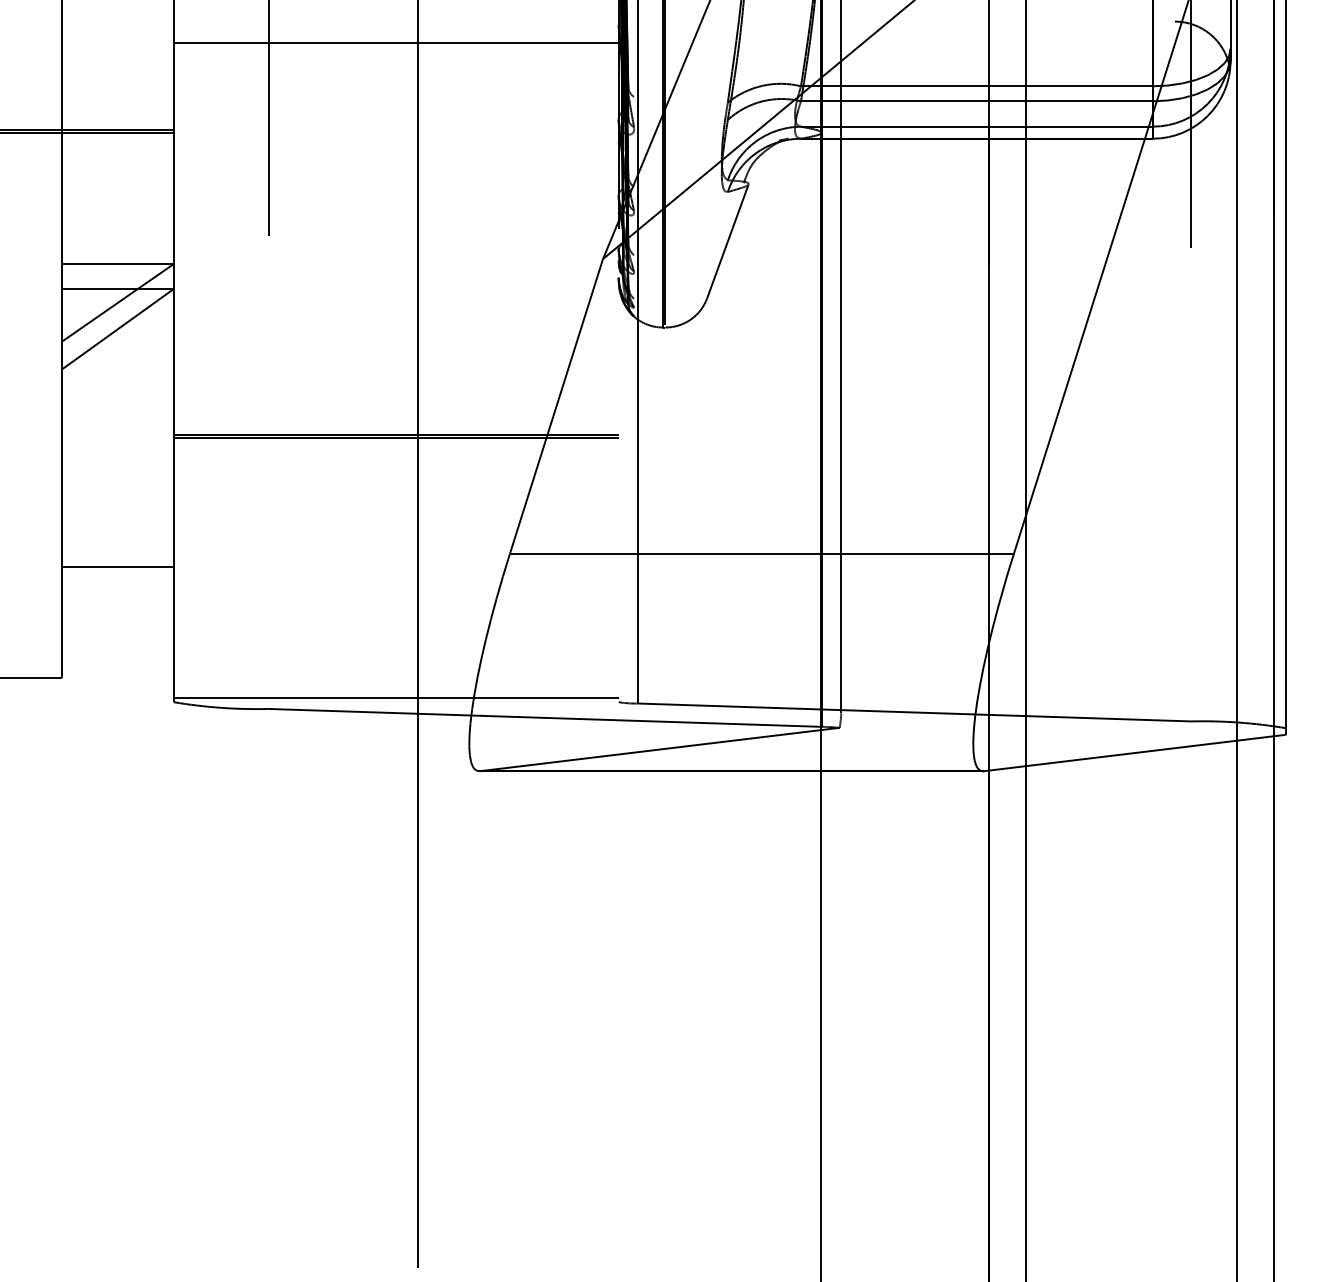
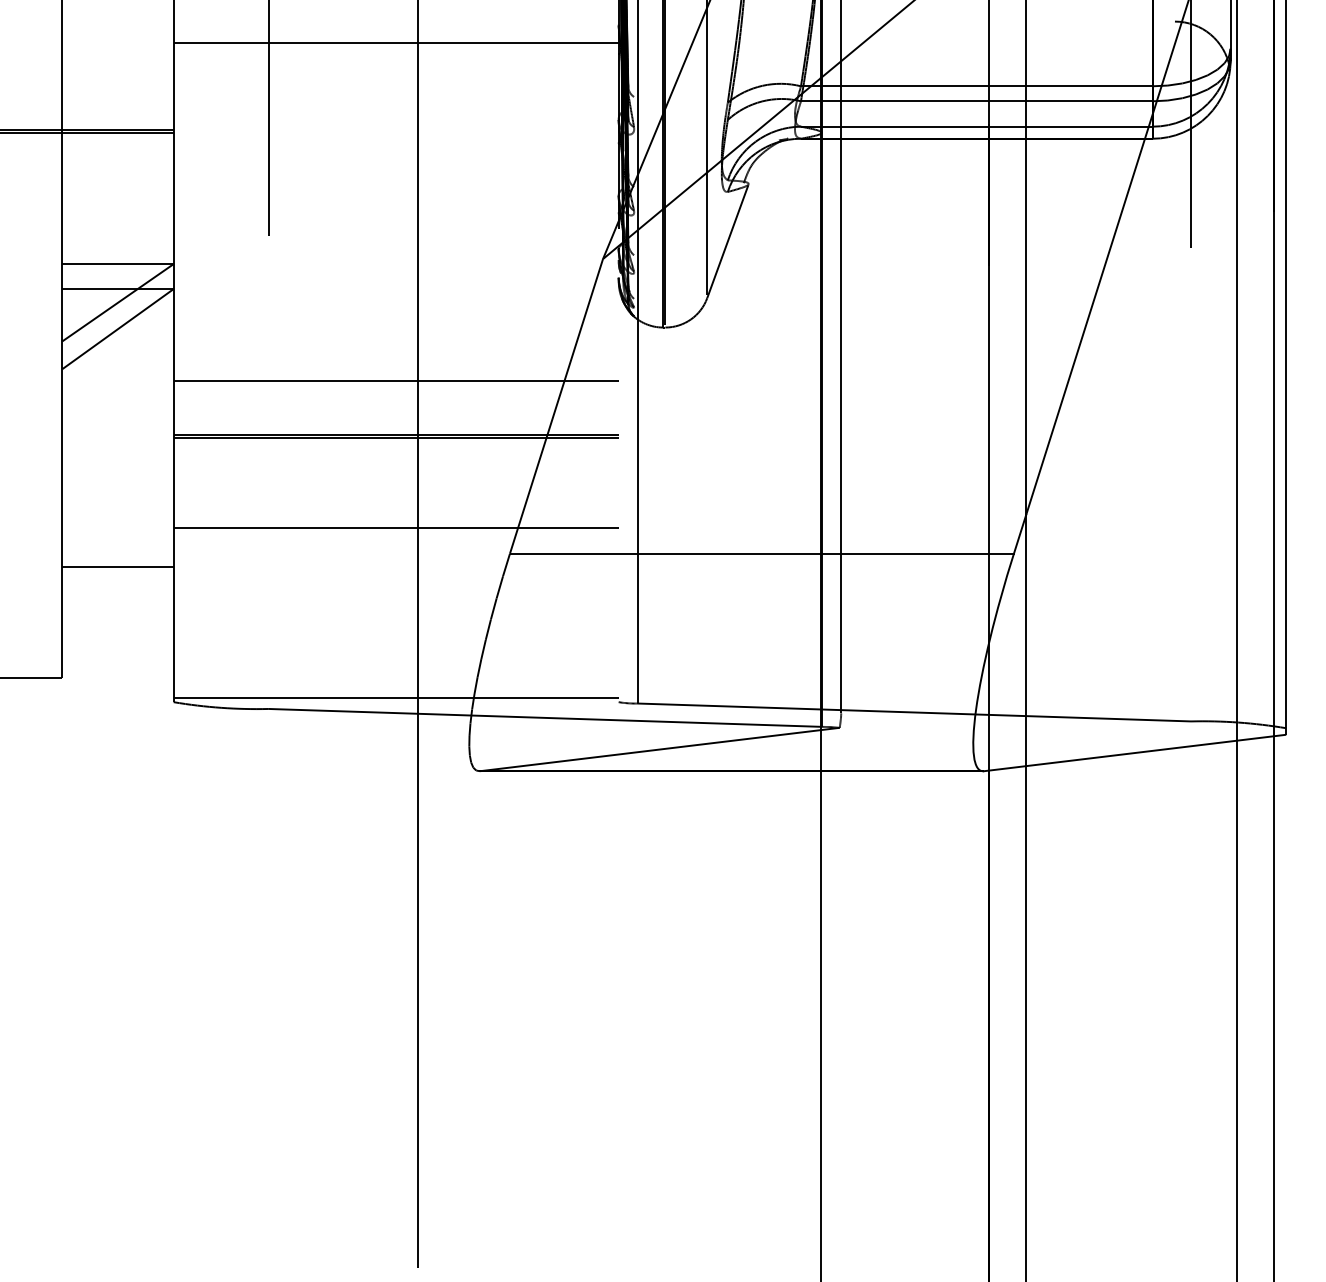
line at (707, 148): none -> present
line at (395, 380): none -> present
line at (395, 527): none -> present
